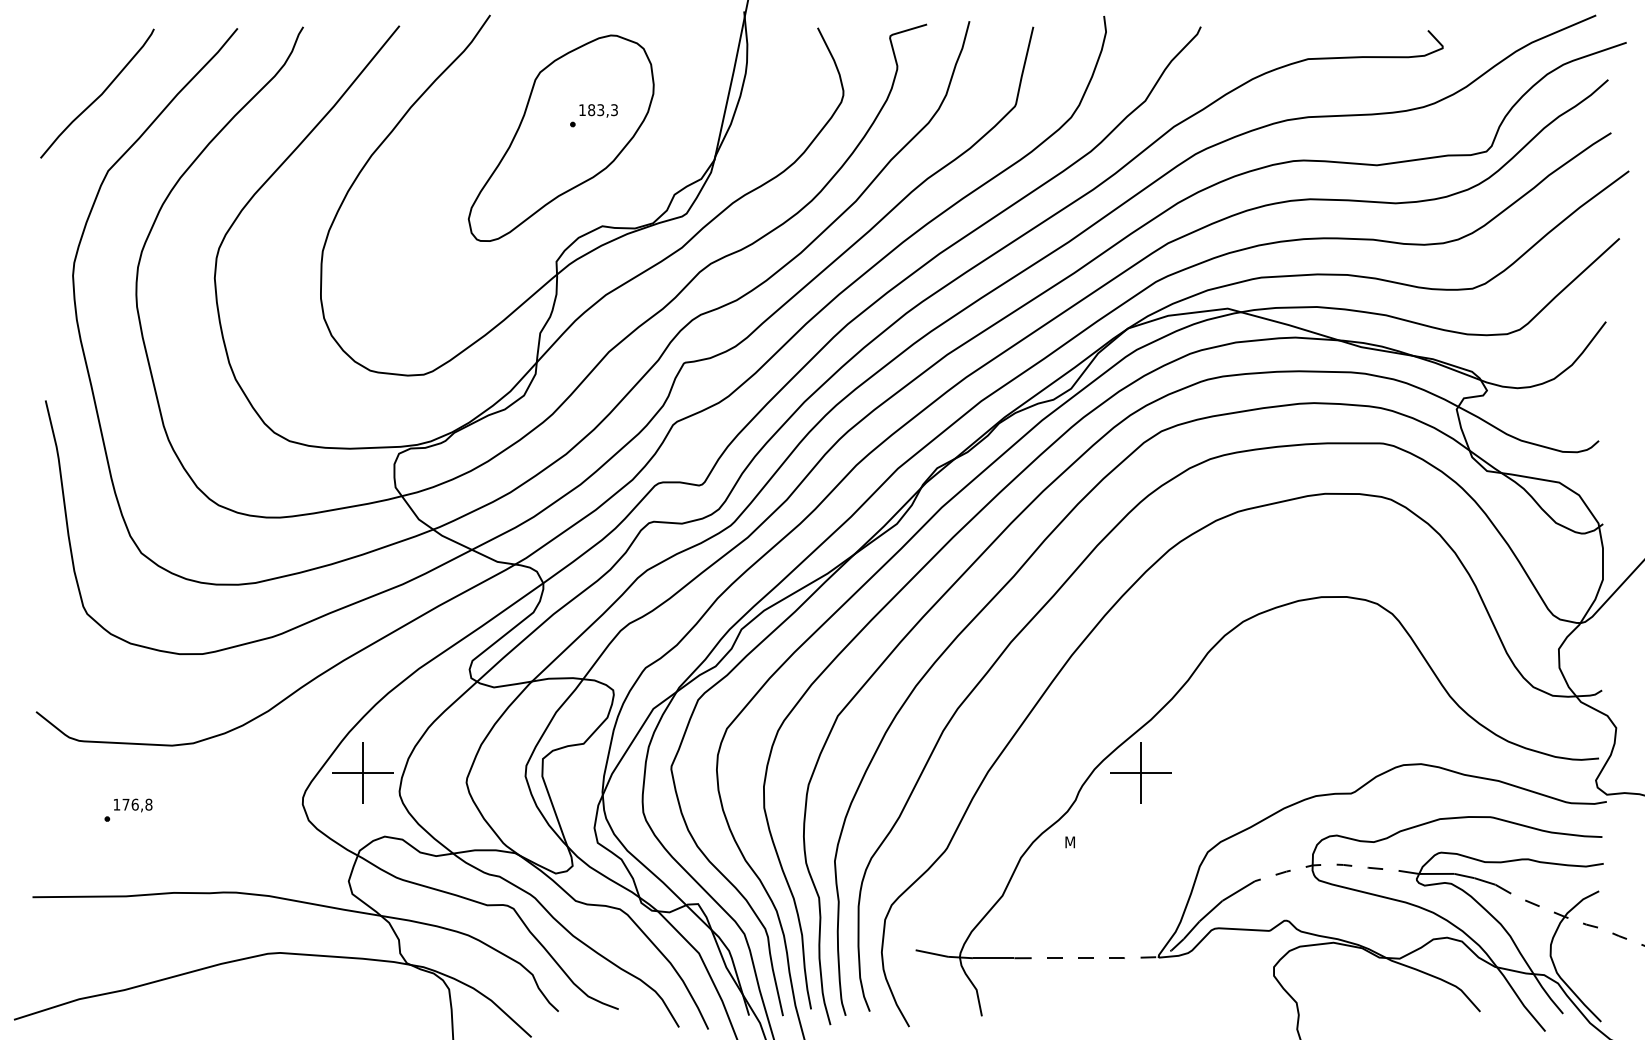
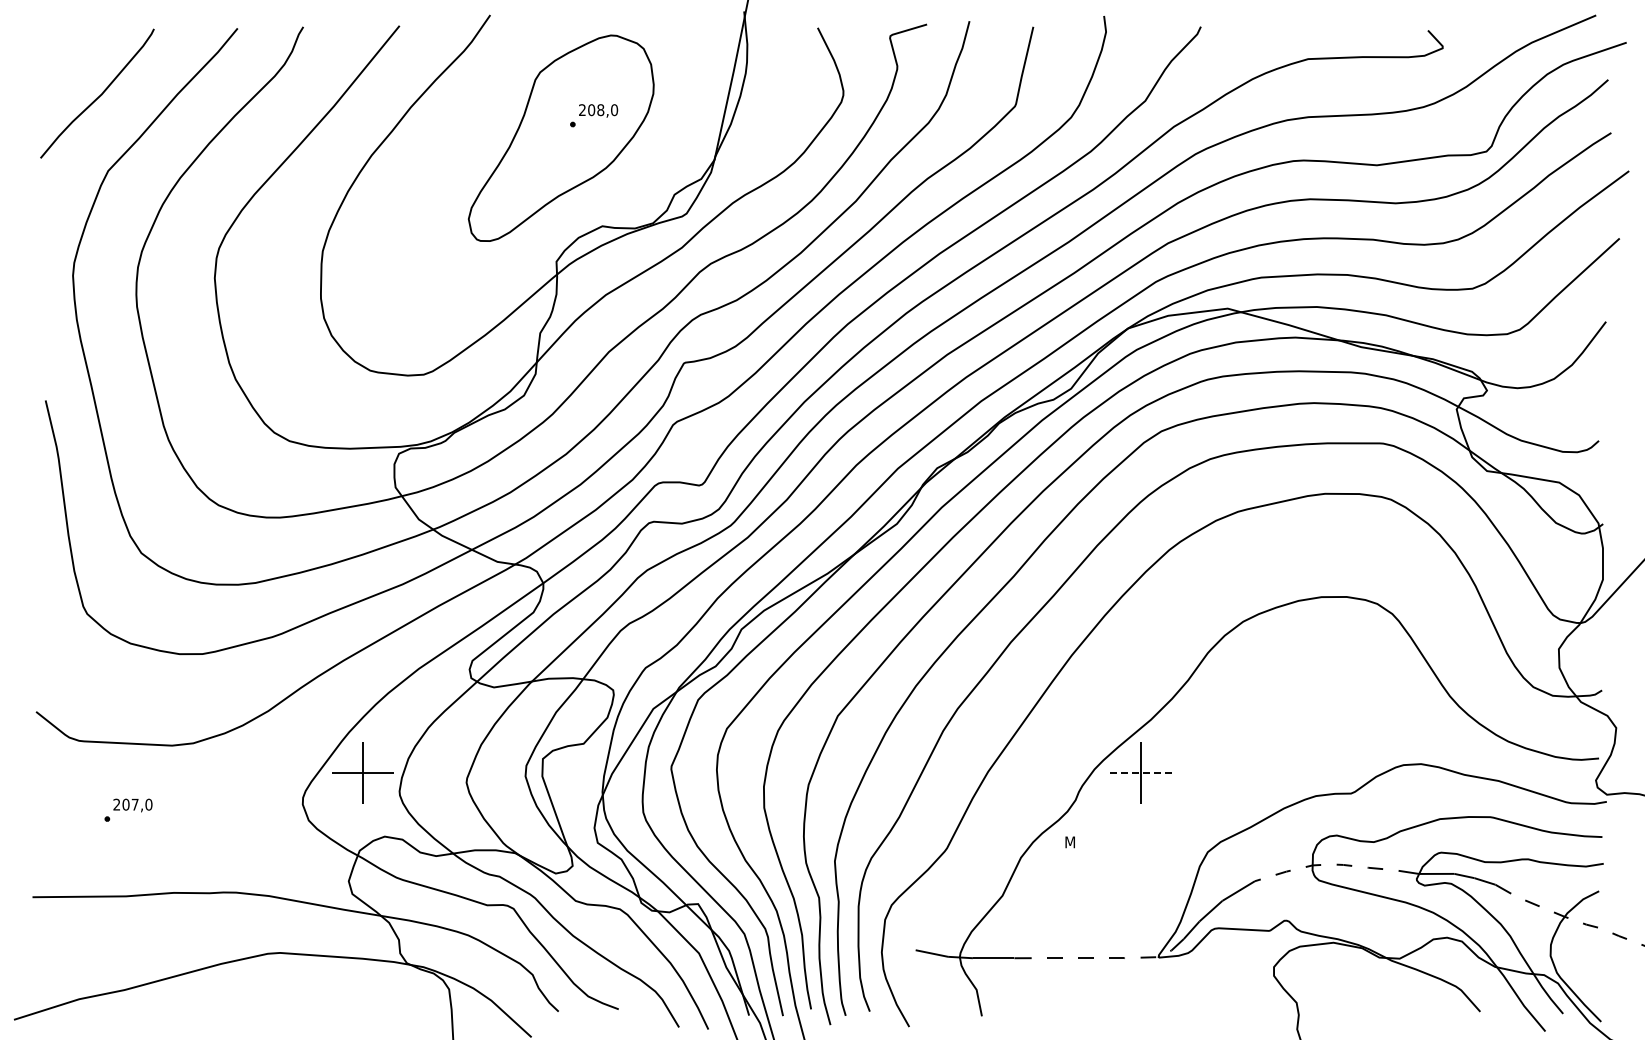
text at (598, 110): 183,3 -> 208,0
line at (1140, 773): solid -> dashed
text at (132, 804): 176,8 -> 207,0
